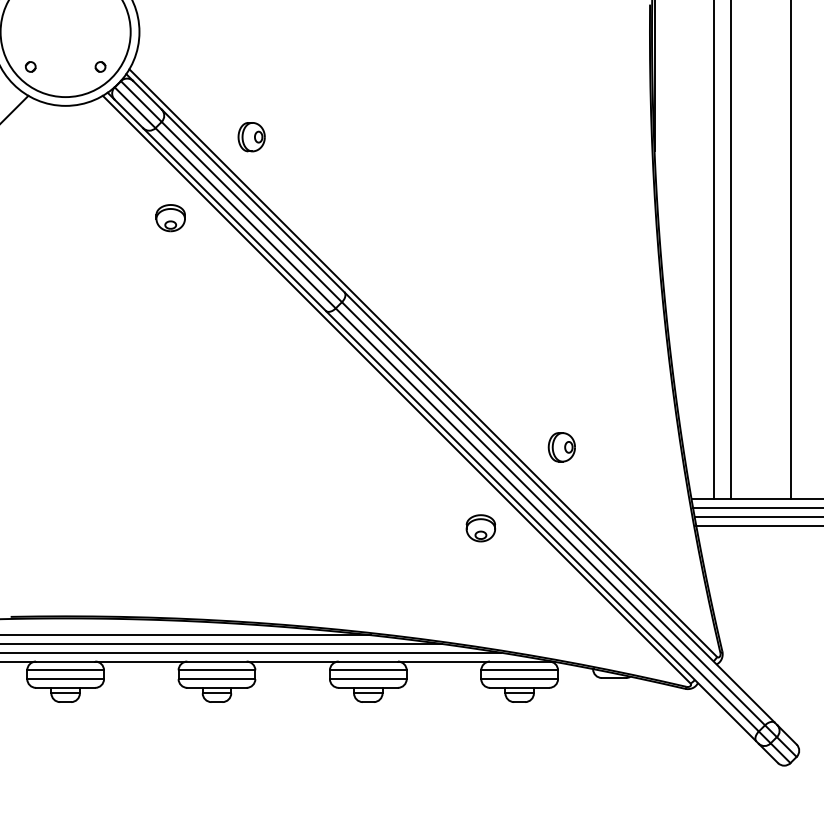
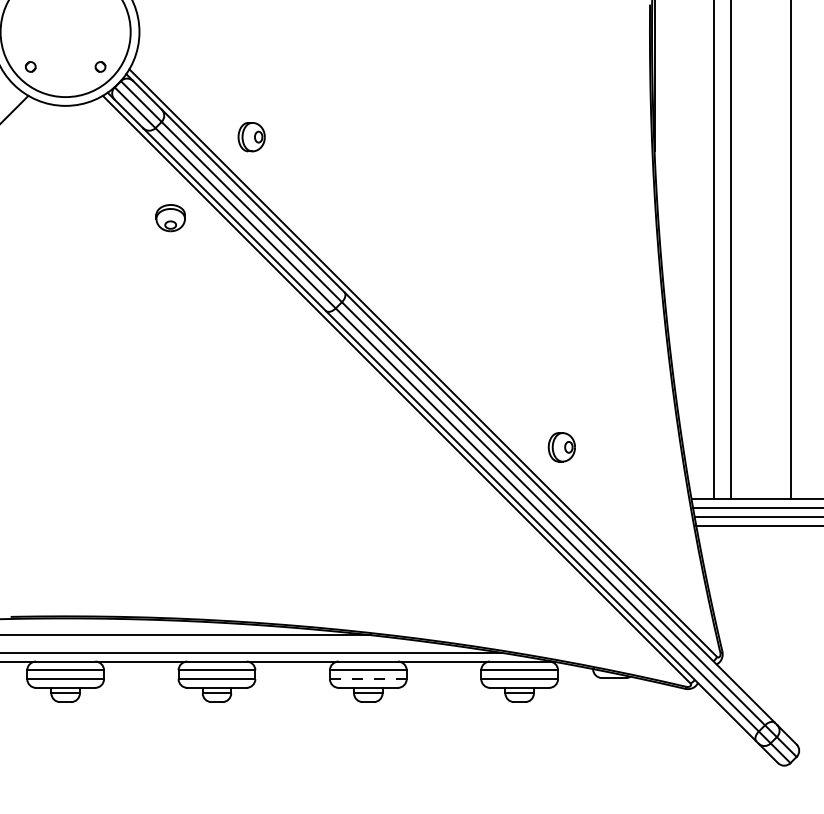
part at (480, 528): present -> none
line at (222, 644): present -> none
line at (368, 679): solid -> dashed
